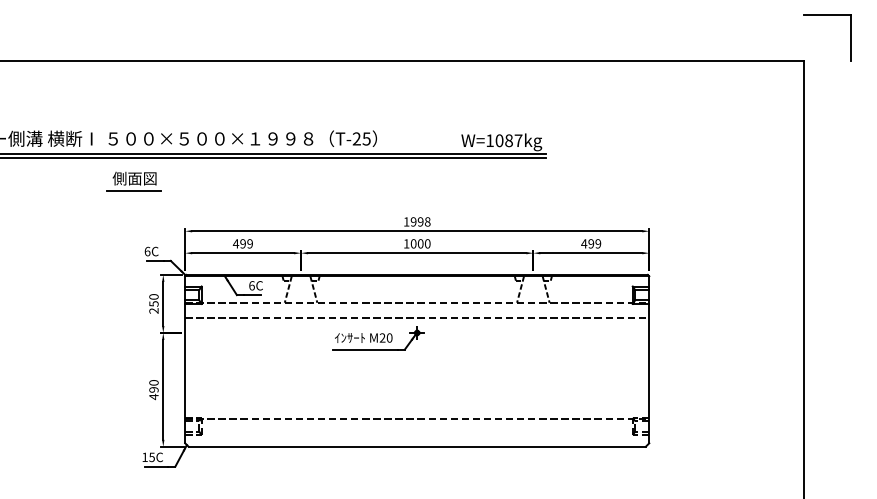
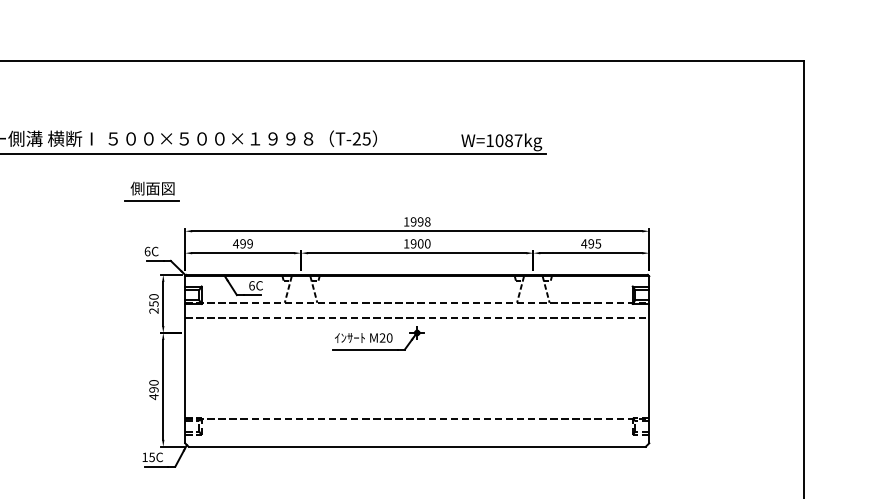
part at (827, 15): present -> none
line at (274, 157): present -> none
part at (133, 181) position: (133, 181) -> (151, 191)
text at (413, 243): 1000 -> 1900
text at (598, 243): 499 -> 495
